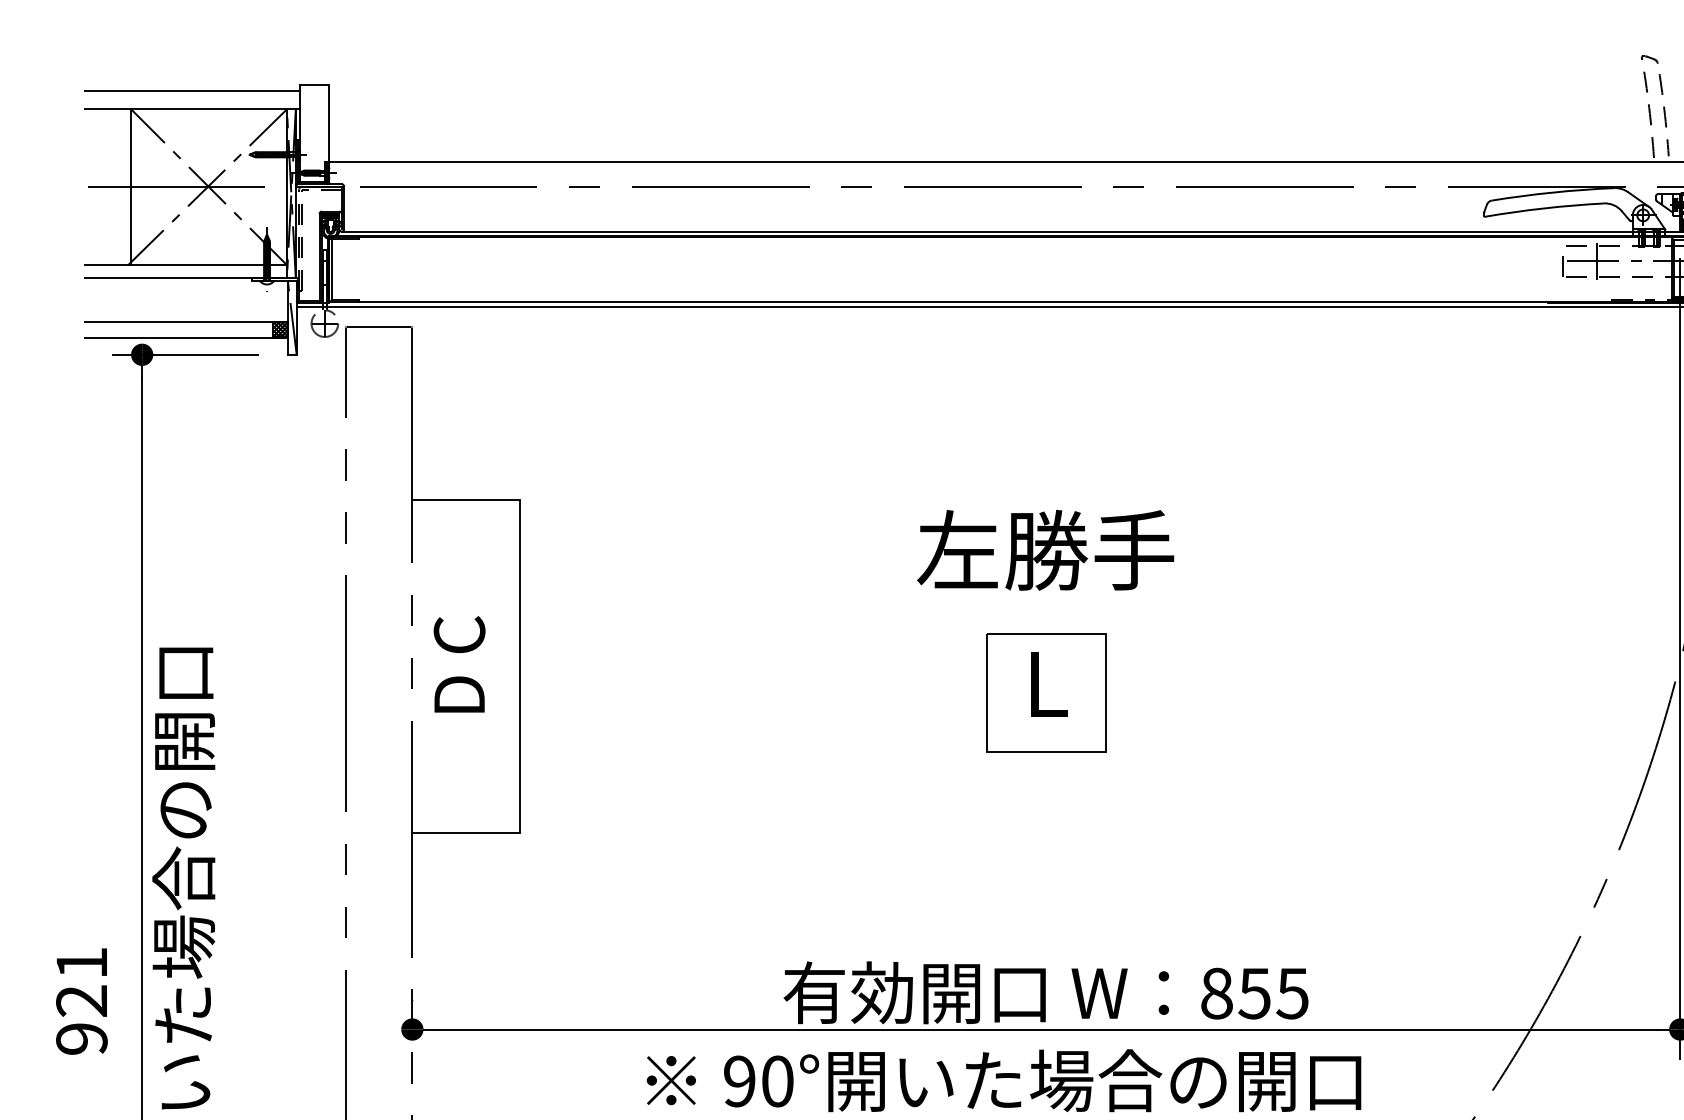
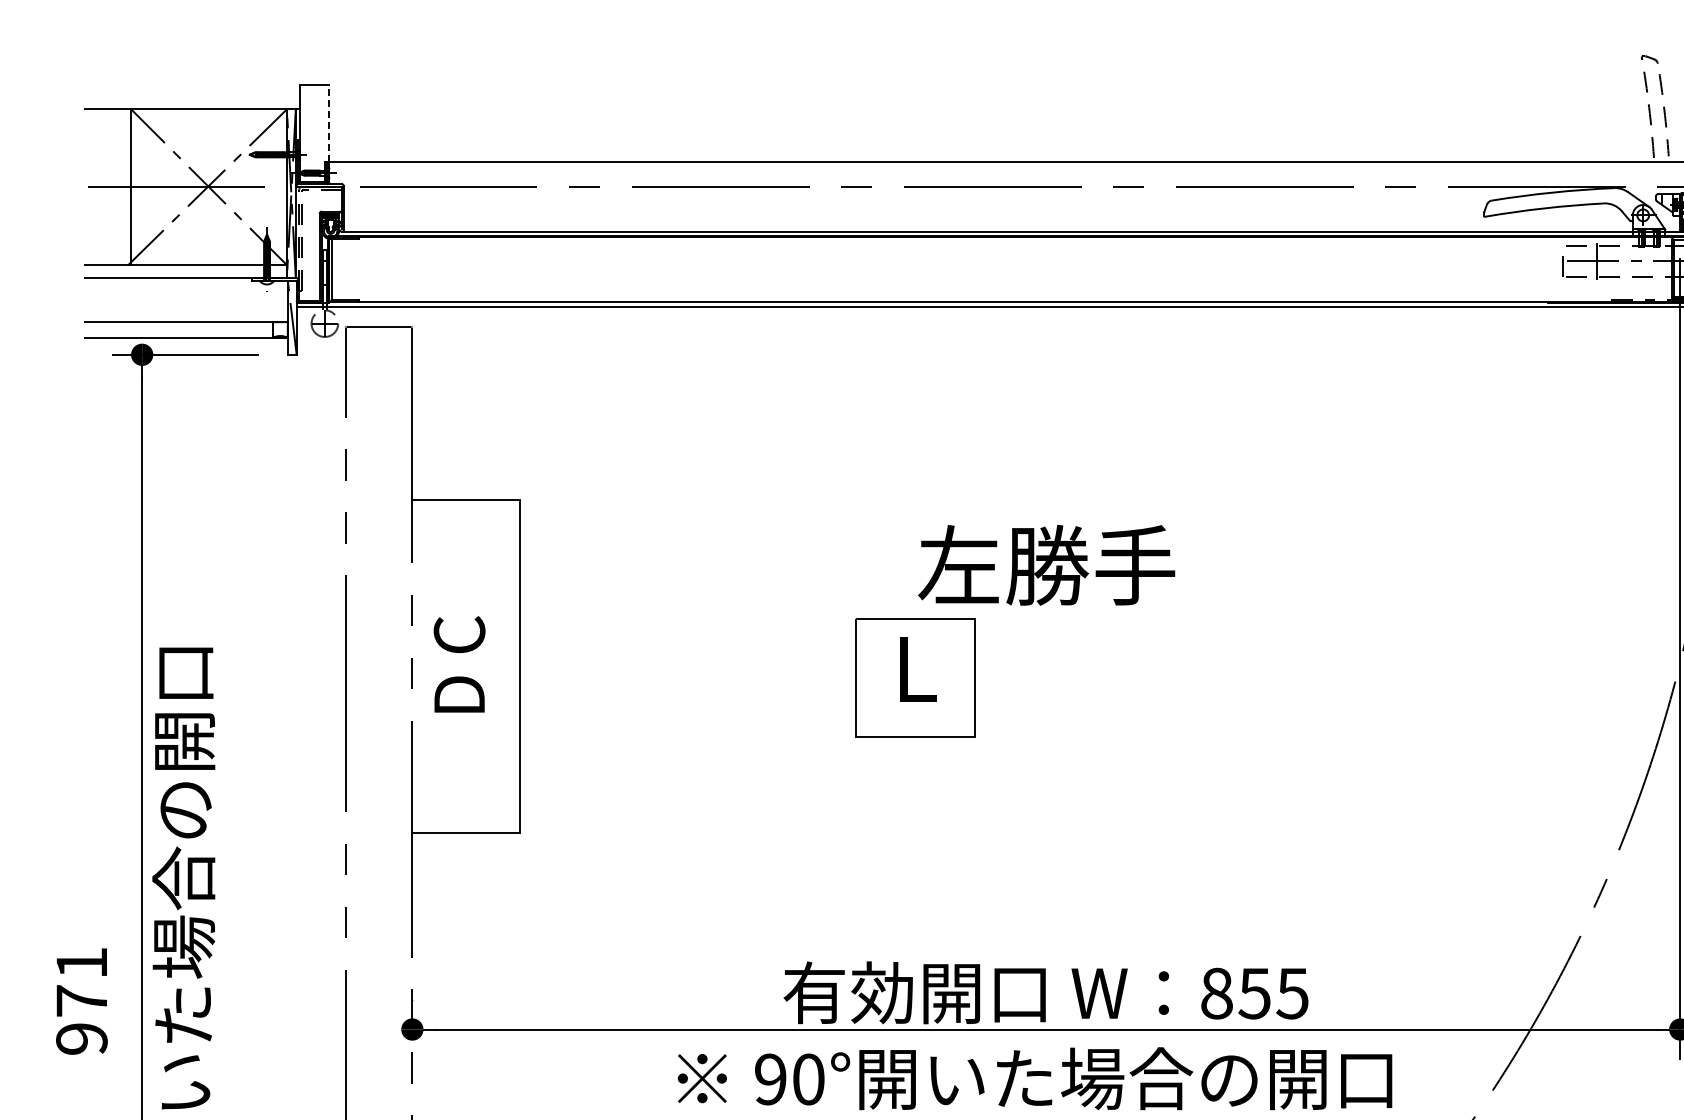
line at (192, 90): present -> none
line at (329, 123): solid -> dashed
hatch at (279, 329): present -> none
text at (1045, 549) position: (1045, 549) -> (1046, 564)
part at (1046, 692) position: (1046, 692) -> (915, 677)
text at (81, 1000): 921 -> 971
text at (1003, 1080) position: (1003, 1080) -> (1034, 1078)
